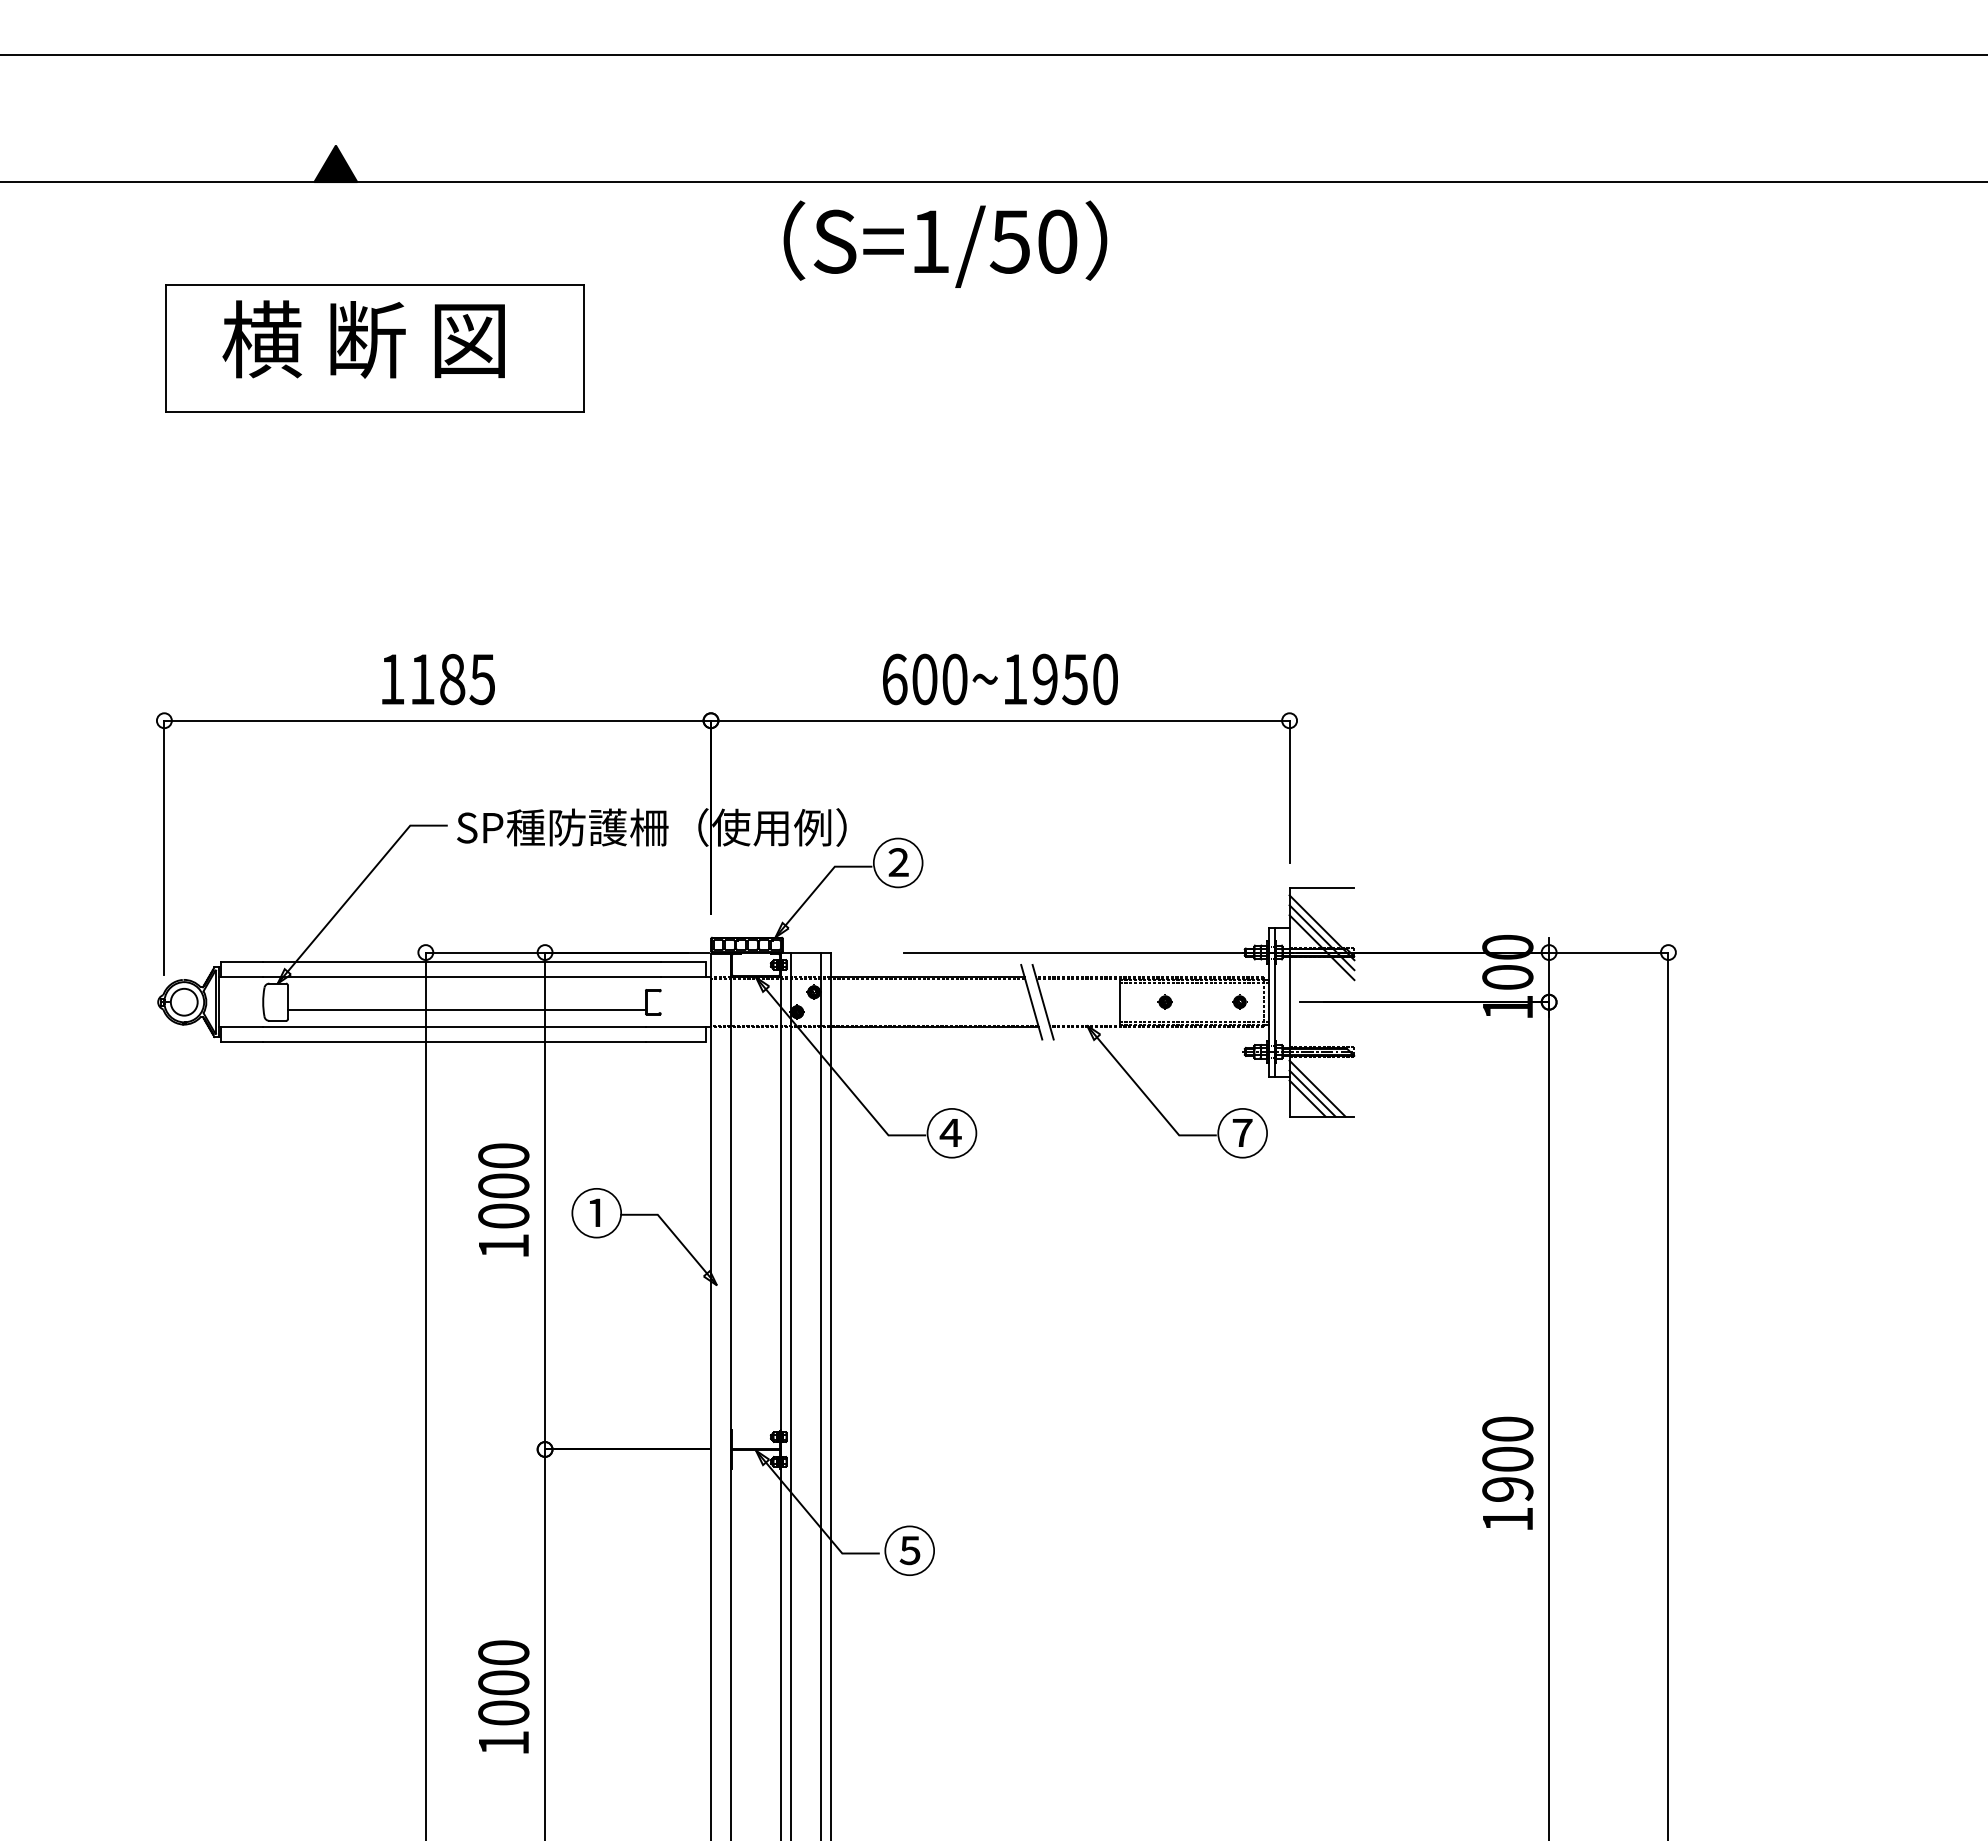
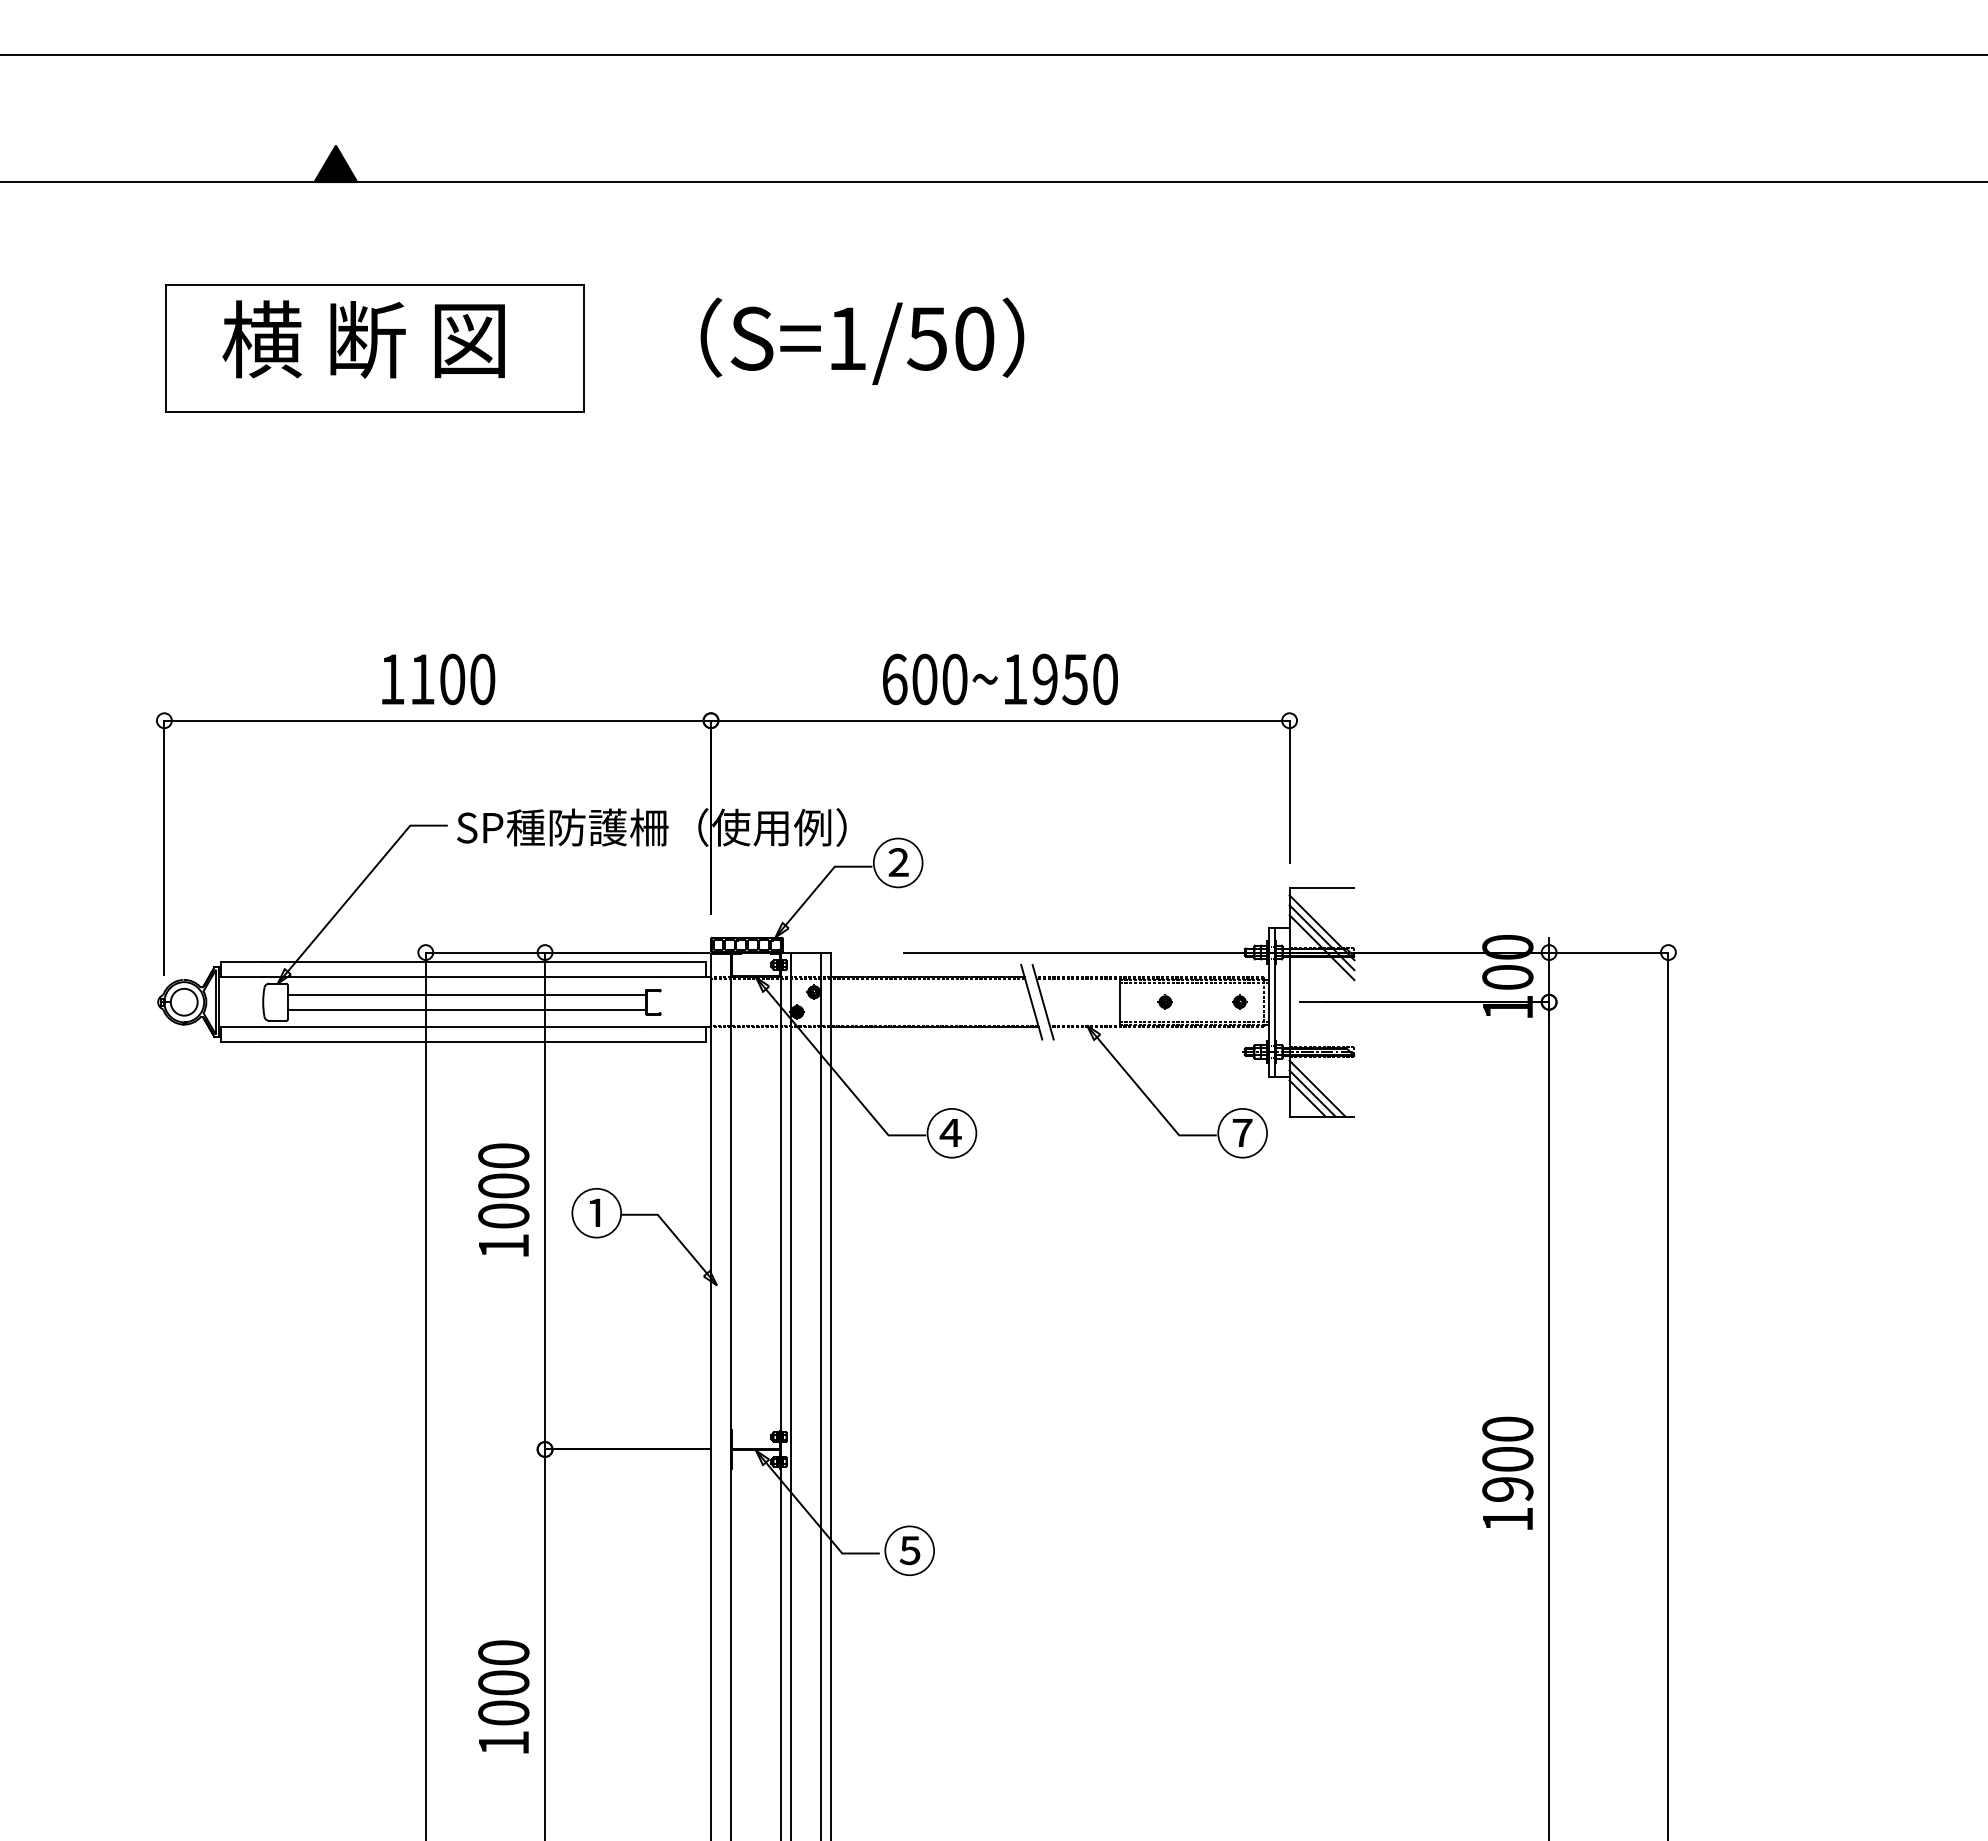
text at (945, 243) position: (945, 243) -> (862, 340)
text at (467, 679): 1185 -> 1100
line at (466, 994): none -> present
